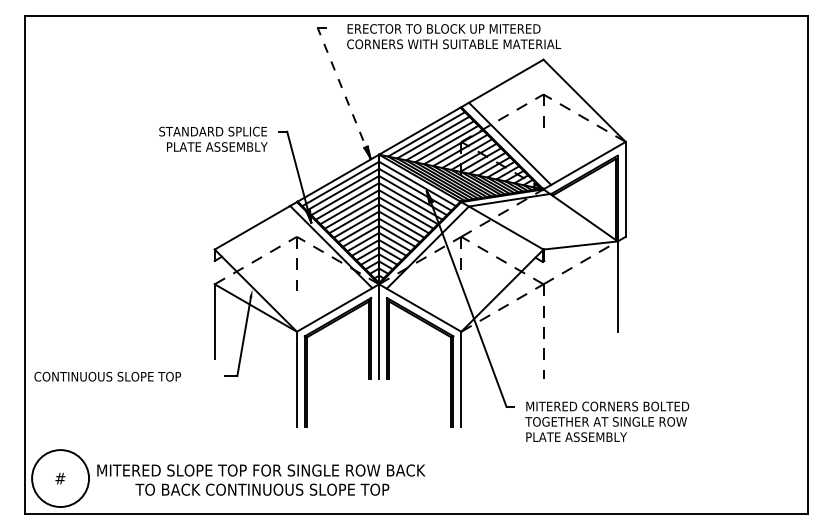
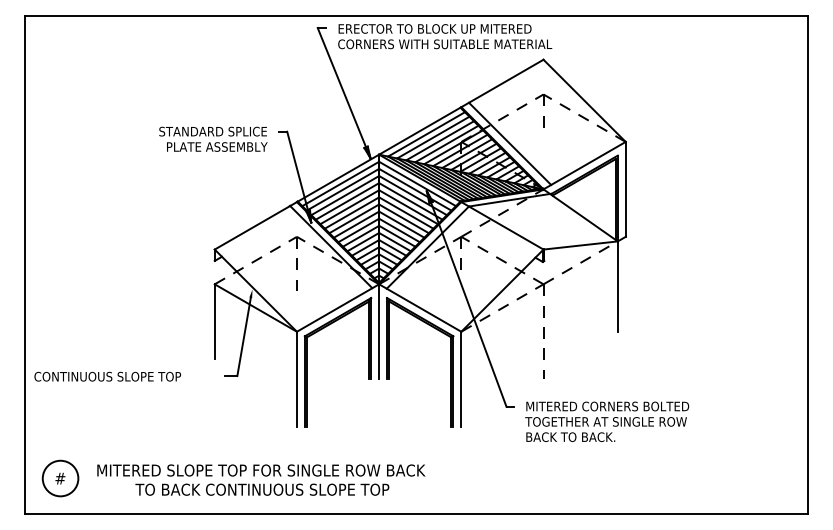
text at (454, 36) position: (454, 36) -> (445, 36)
line at (343, 92): dashed -> solid
text at (576, 436): PLATE ASSEMBLY -> BACK TO BACK.
circle at (60, 478) diameter: 57 px -> 36 px
